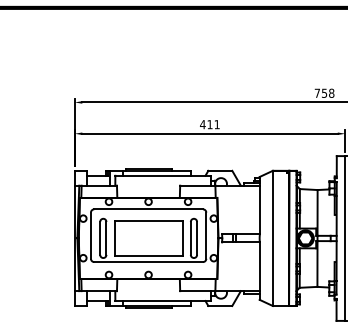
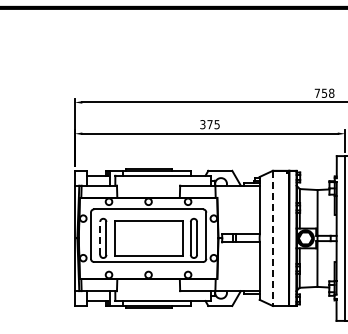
text at (209, 124): 411 -> 375
line at (100, 237): solid -> dashed
line at (272, 238): solid -> dashed
